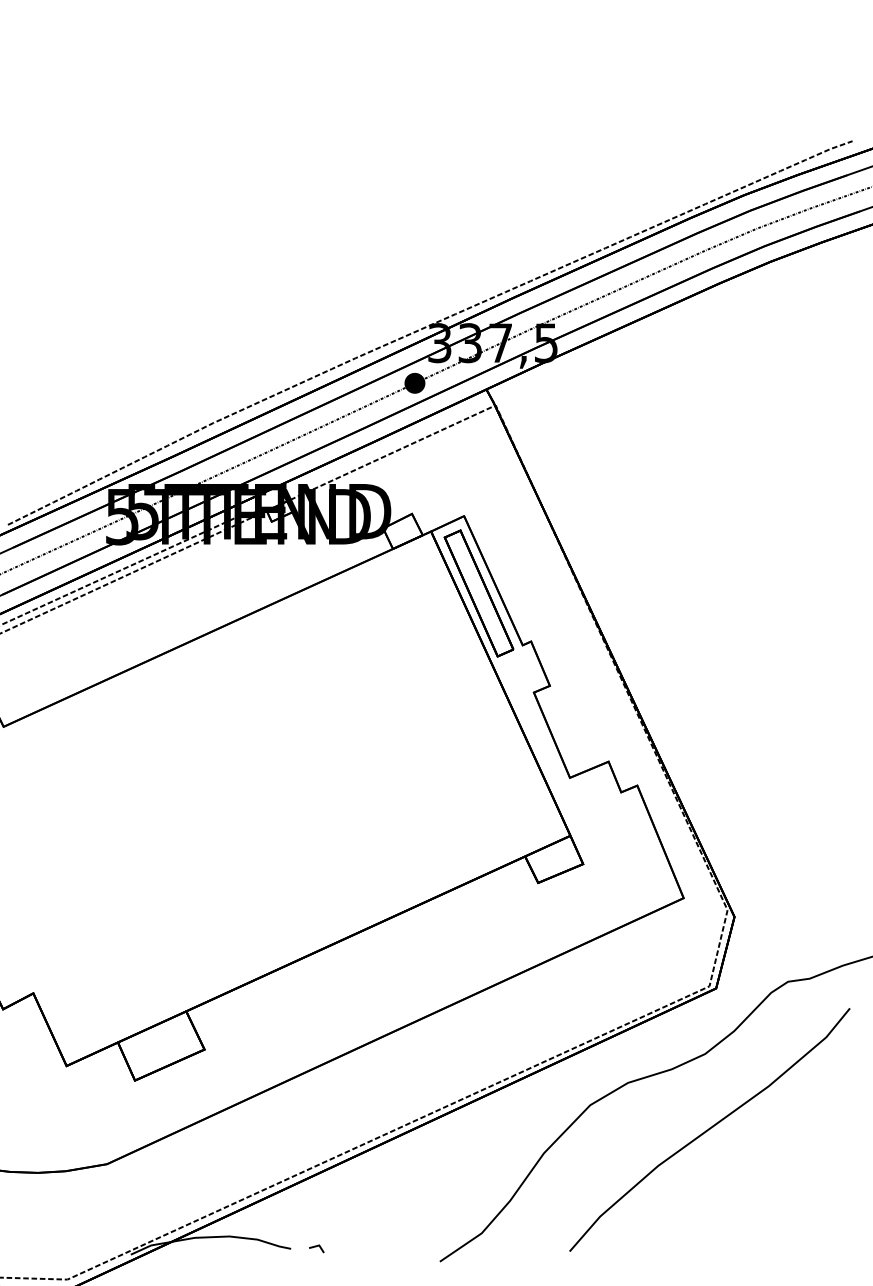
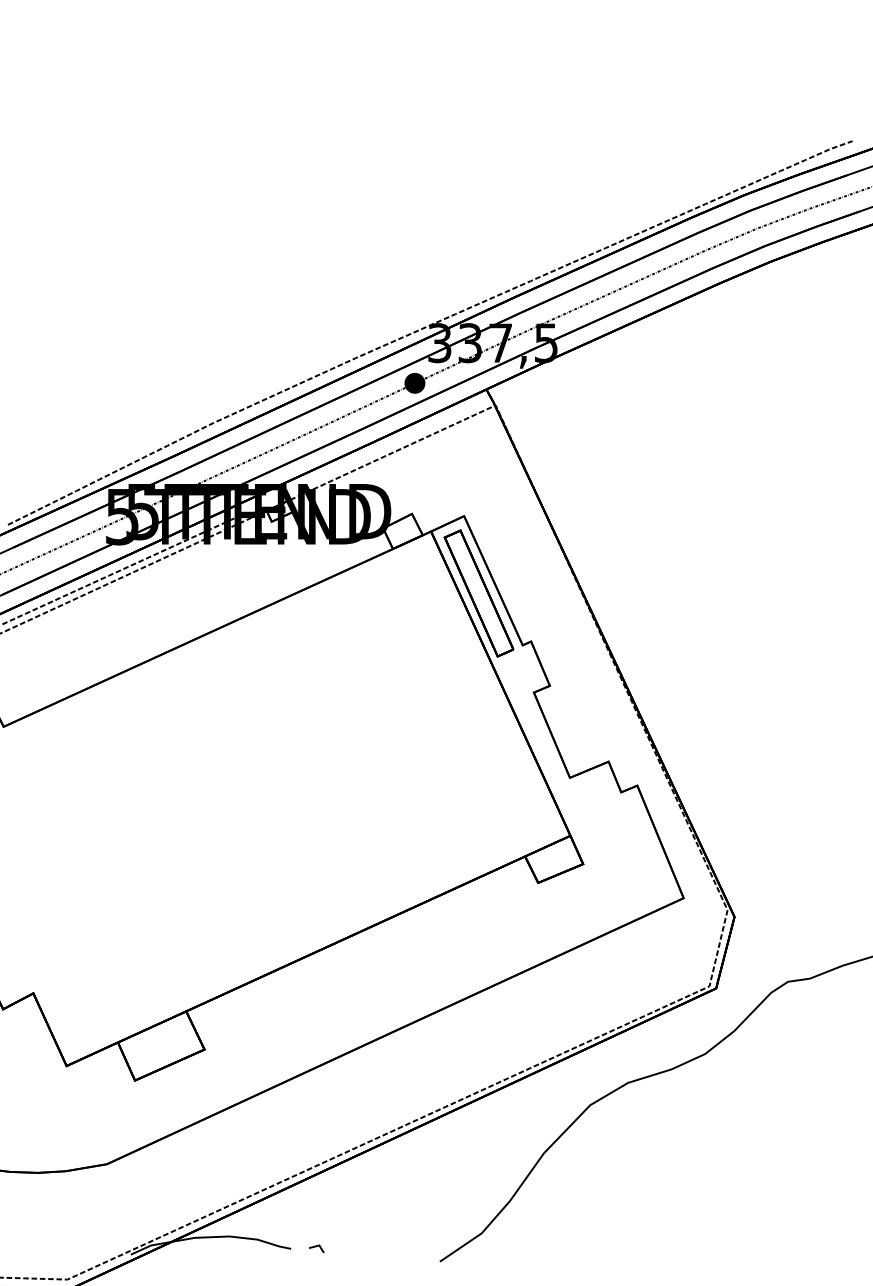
curve at (709, 1129): present -> none
